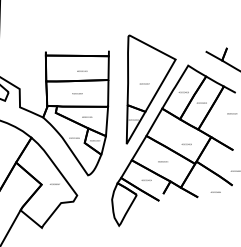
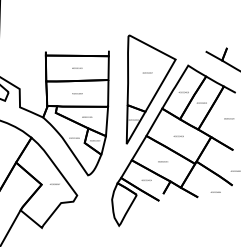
text at (82, 70) position: (82, 70) -> (77, 67)
text at (144, 83) position: (144, 83) -> (147, 72)
text at (232, 113) position: (232, 113) -> (229, 118)
text at (186, 144) position: (186, 144) -> (178, 136)
